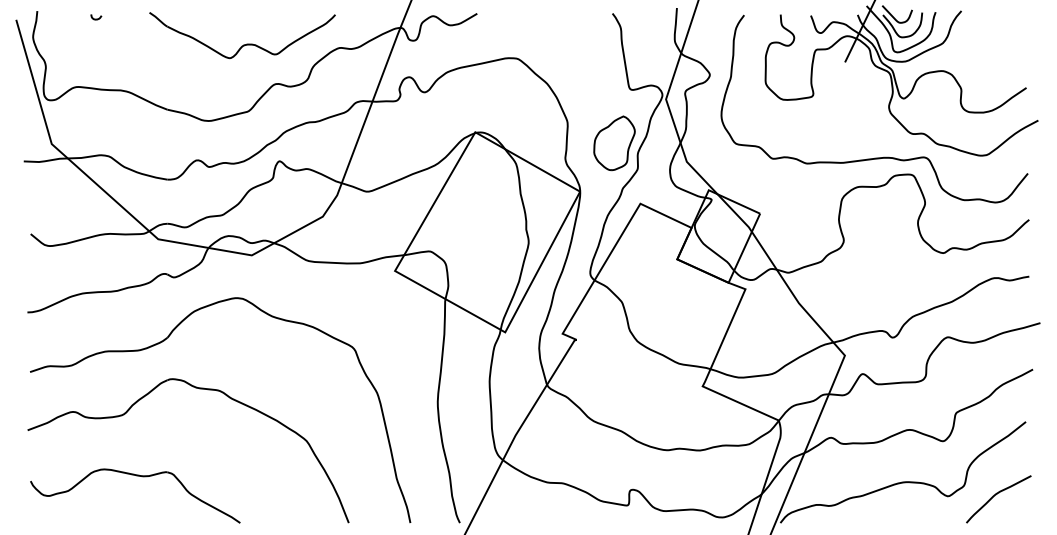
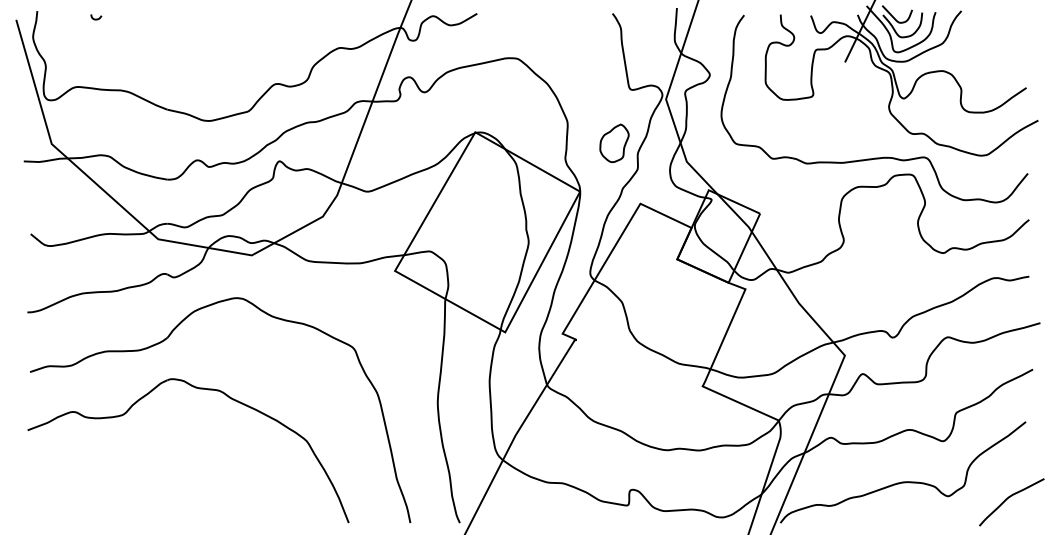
part at (246, 43): present -> none
part at (614, 143) size: 43x57 px -> 31x41 px
part at (136, 476): present -> none
curve at (996, 495) position: (996, 495) -> (1009, 498)
